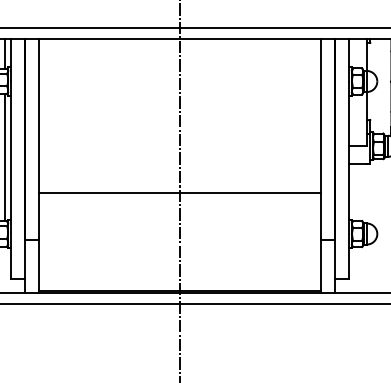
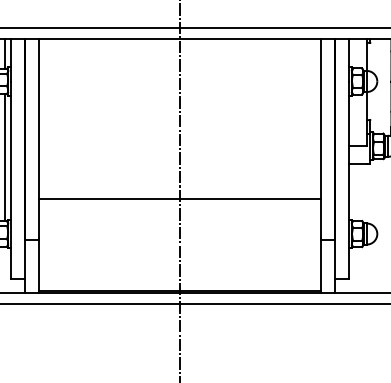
line at (179, 192) position: (179, 192) -> (179, 198)
